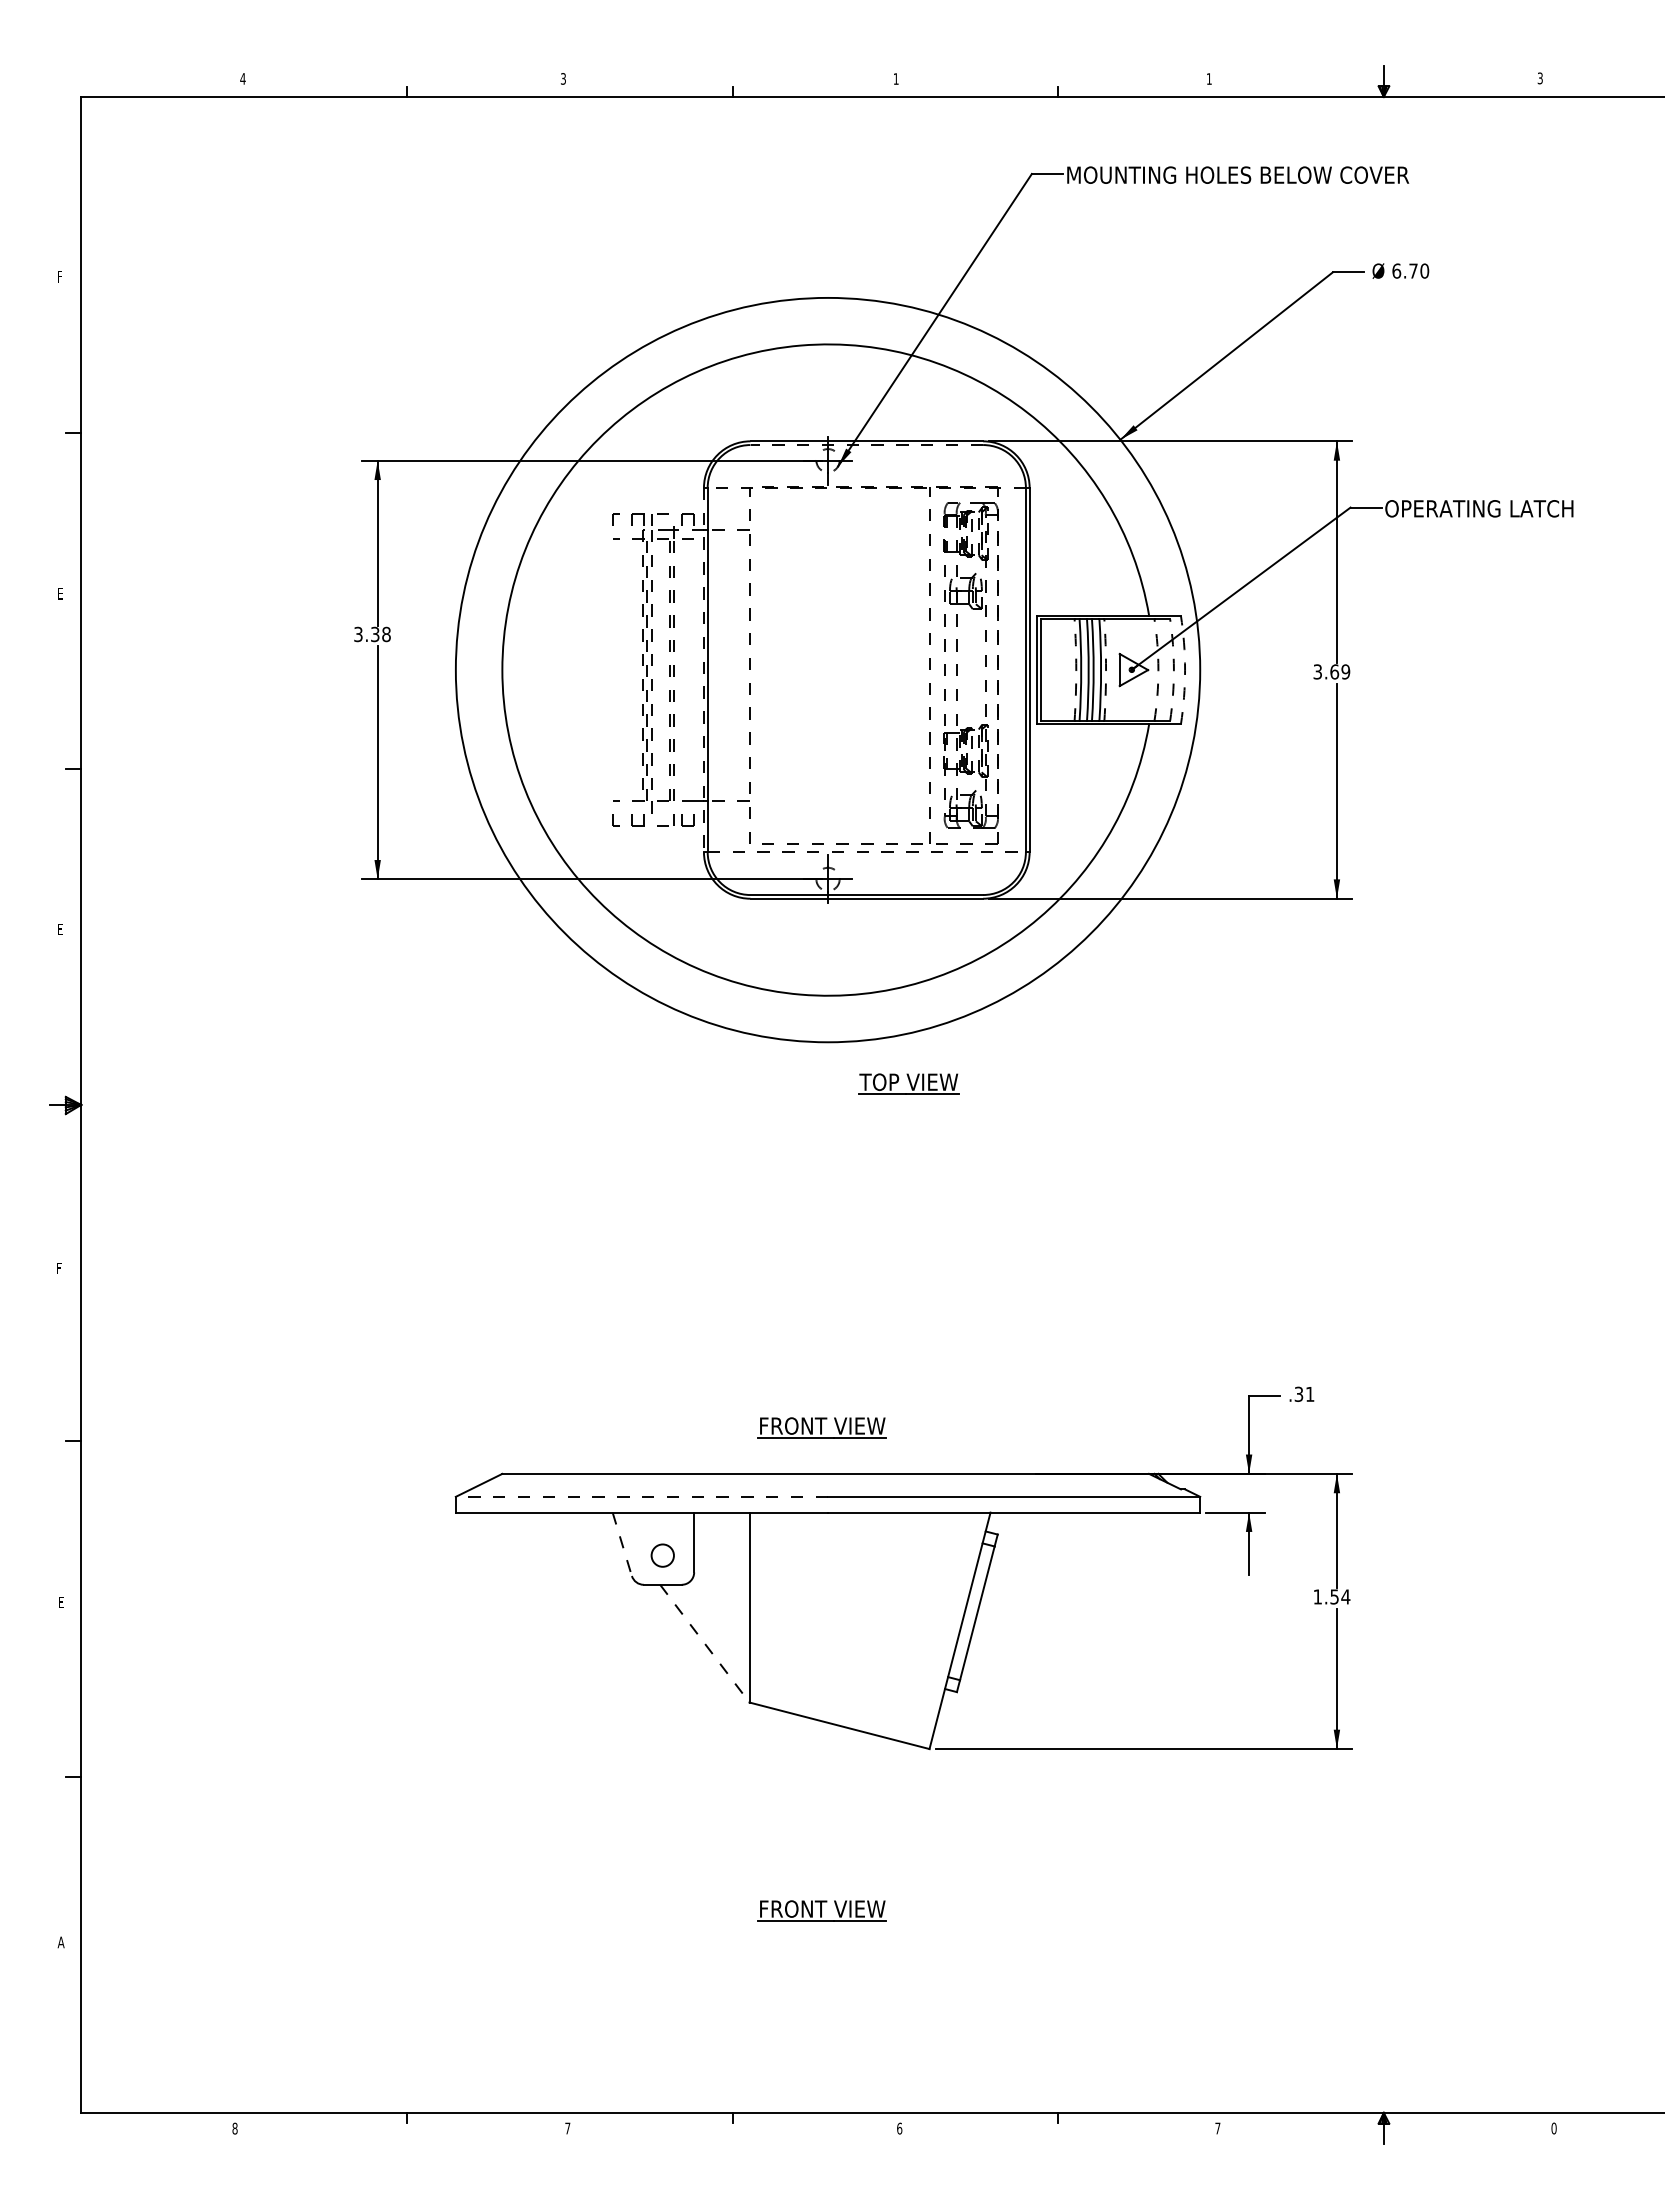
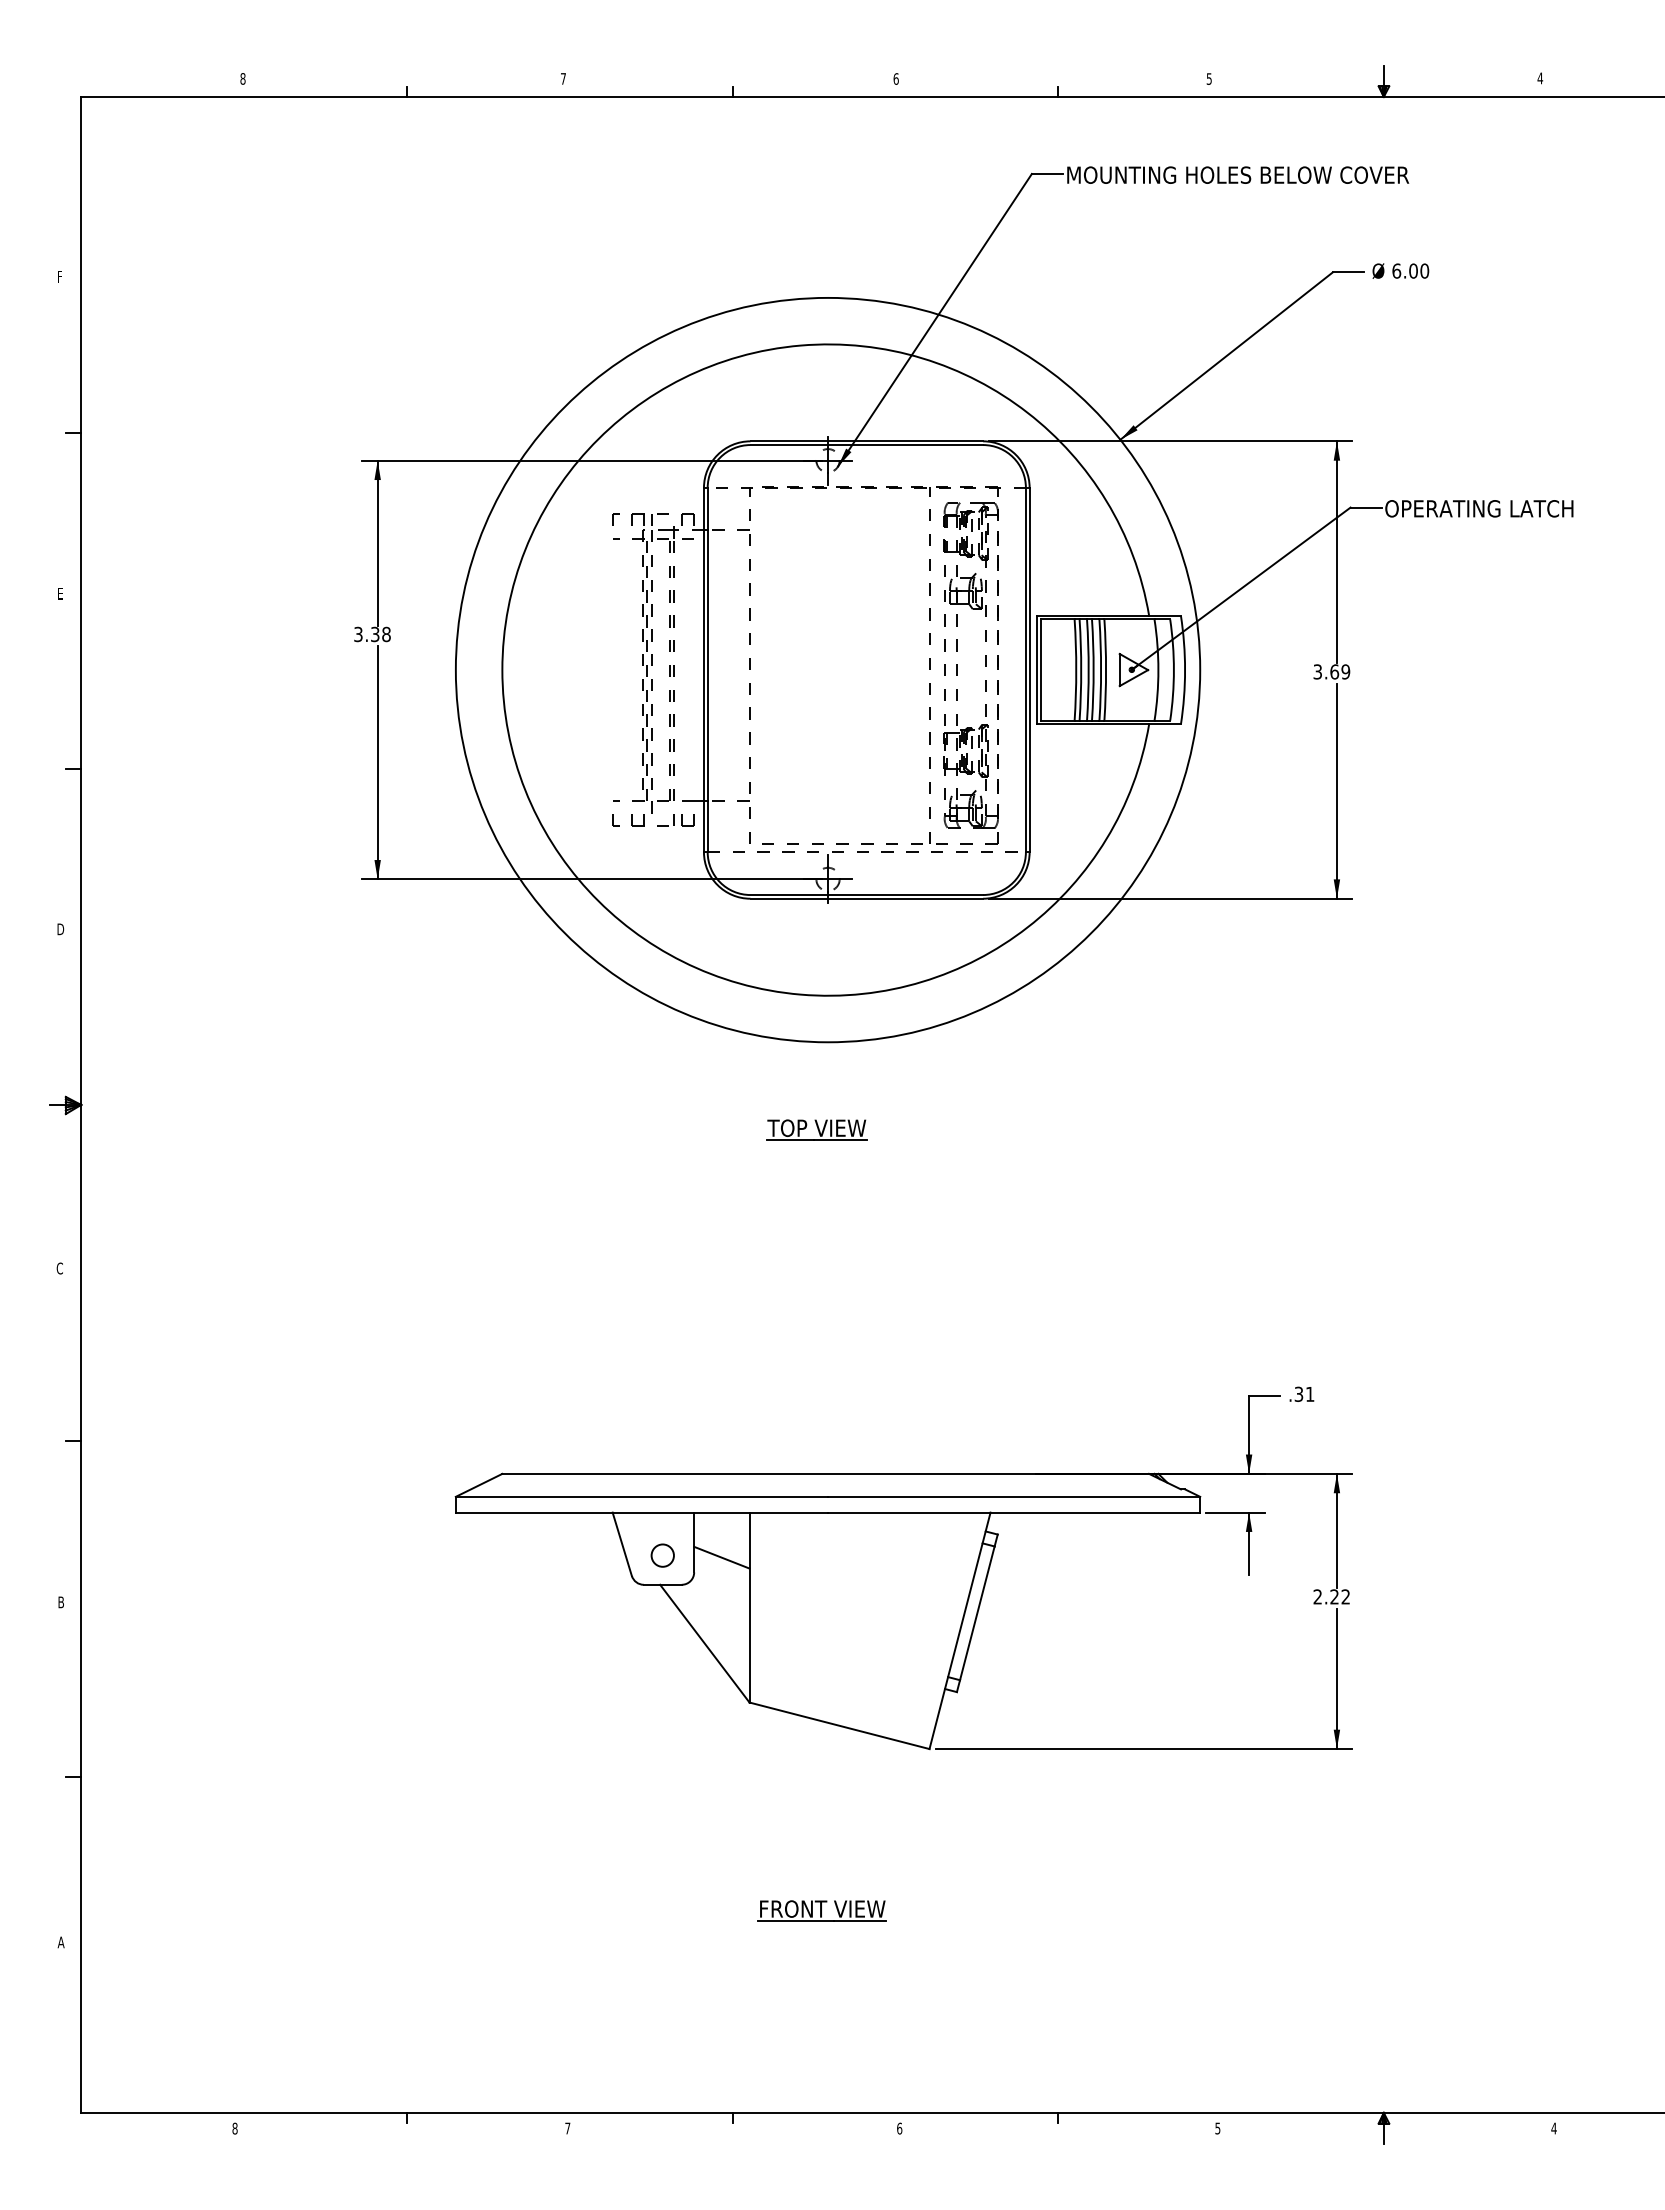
text at (242, 78): 4 -> 8
text at (562, 78): 3 -> 7
text at (895, 78): 1 -> 6
text at (1208, 78): 1 -> 5
text at (1540, 78): 3 -> 4
text at (1413, 270): 6.70 -> 6.00
line at (866, 445): dashed -> solid
line at (703, 670): dashed -> solid
arc at (1076, 670): dashed -> solid
arc at (1106, 670): dashed -> solid
arc at (1158, 670): dashed -> solid
arc at (1173, 670): dashed -> solid
arc at (1185, 670): dashed -> solid
text at (60, 929): E -> D
part at (908, 1083) position: (908, 1083) -> (816, 1129)
text at (59, 1268): F -> C
part at (821, 1427): present -> none
line at (641, 1496): dashed -> solid
line at (622, 1544): dashed -> solid
line at (721, 1557): none -> present
text at (1331, 1596): 1.54 -> 2.22
text at (60, 1602): E -> B
line at (704, 1643): dashed -> solid
text at (1217, 2128): 7 -> 5
text at (1553, 2128): 0 -> 4
